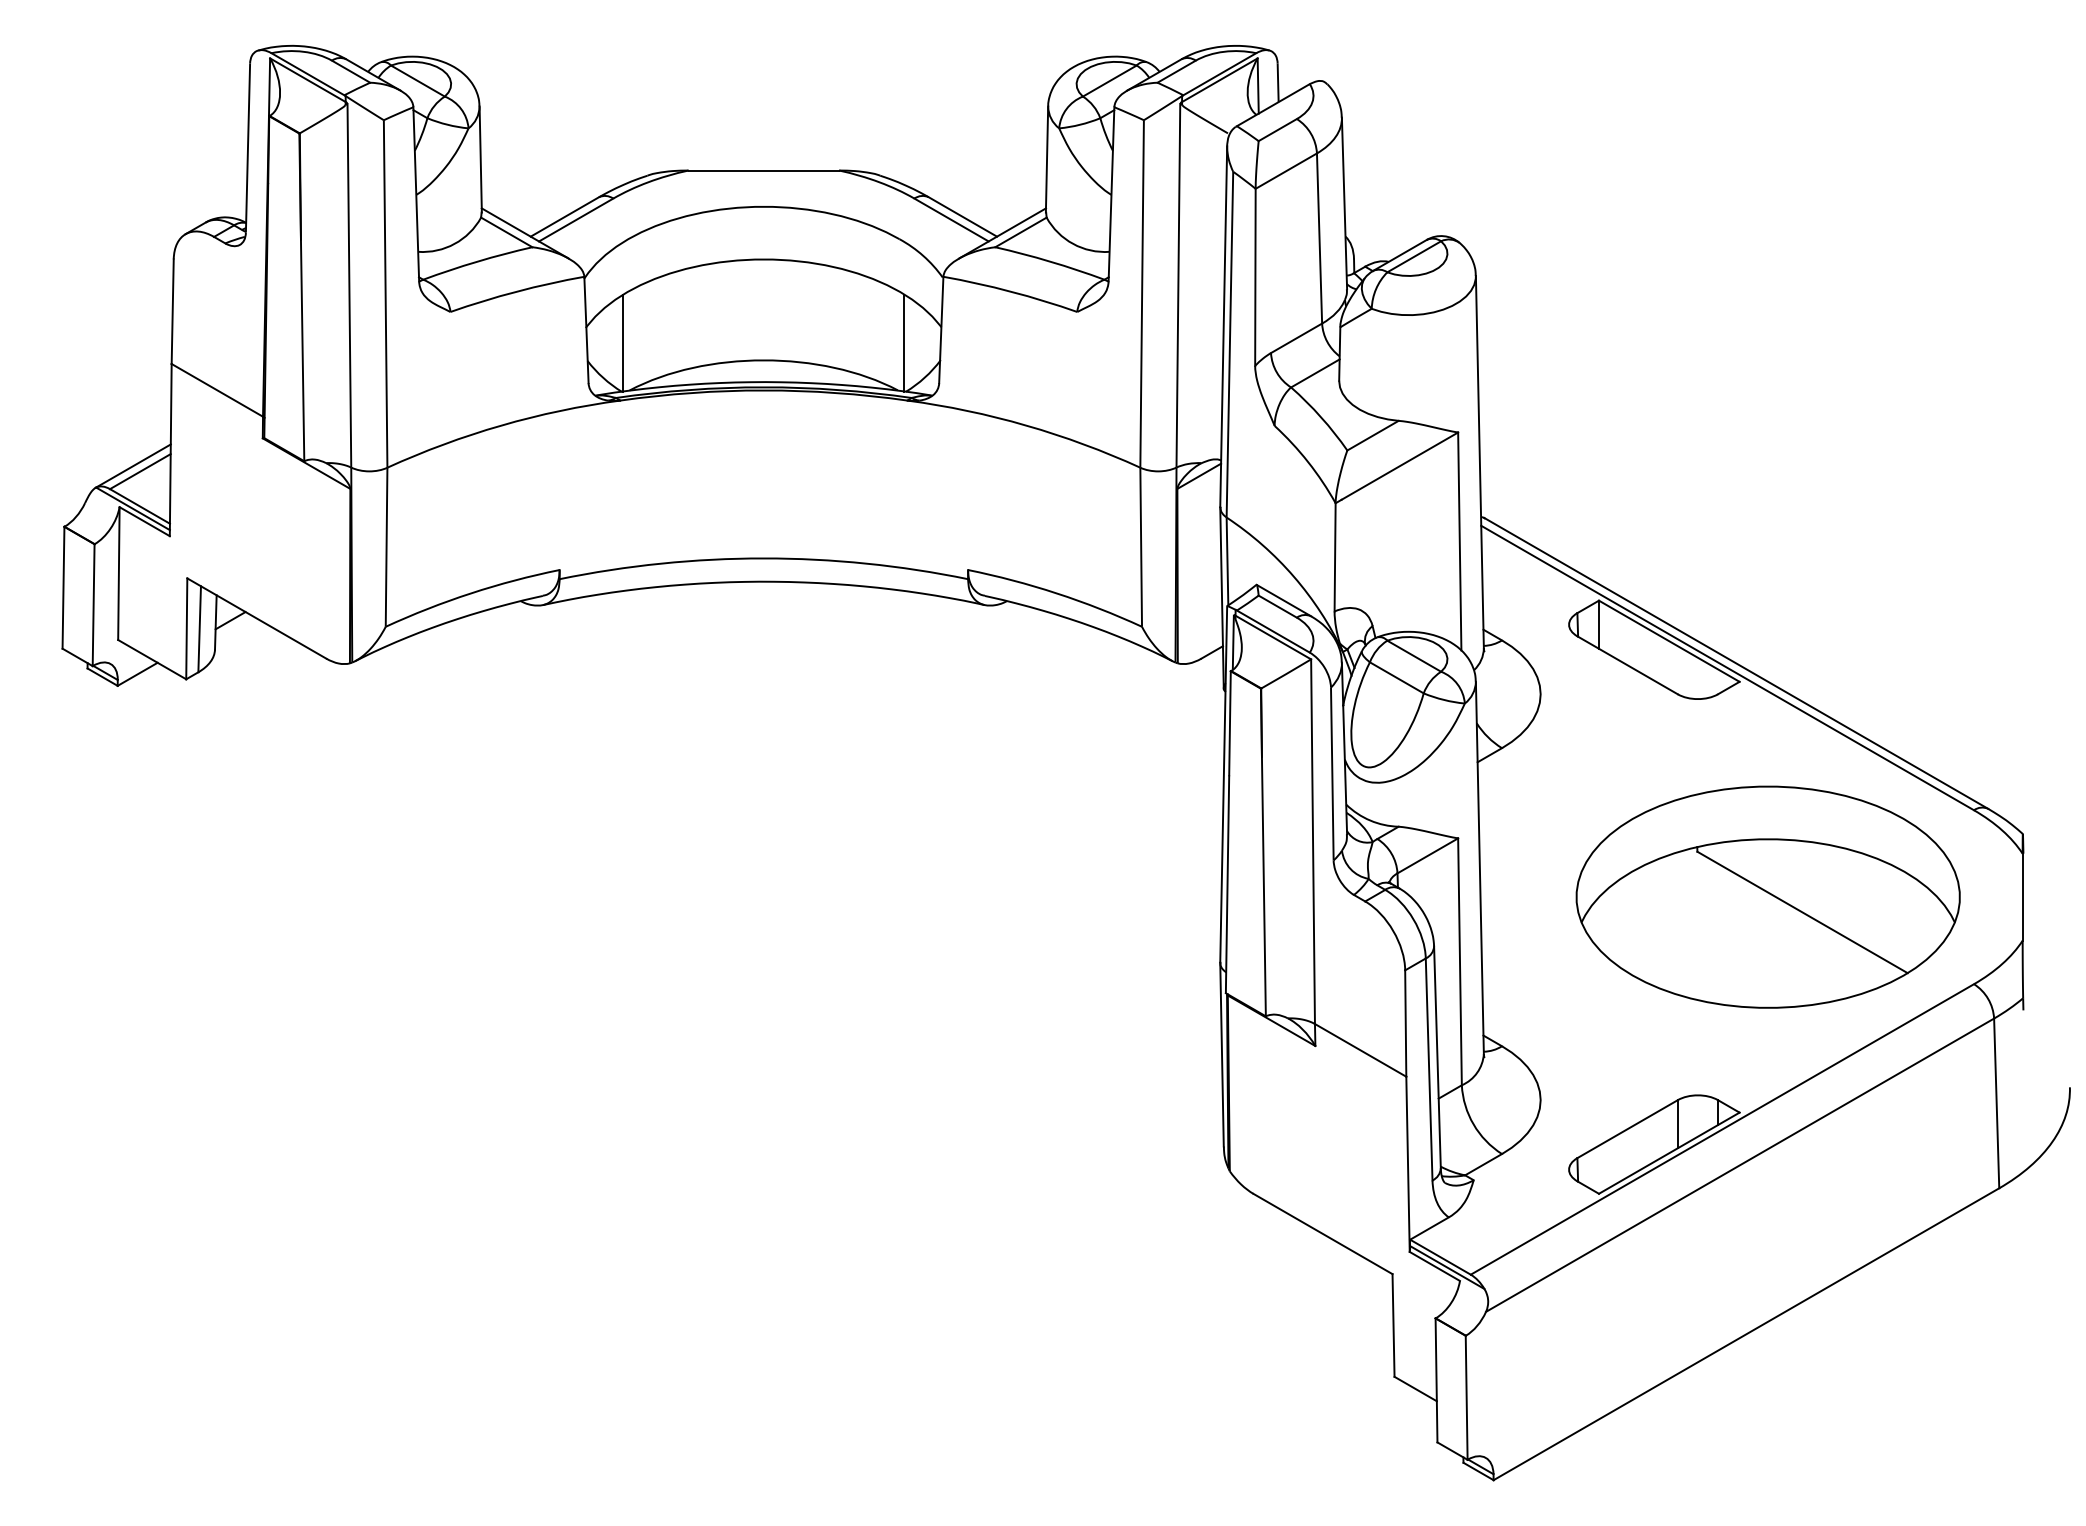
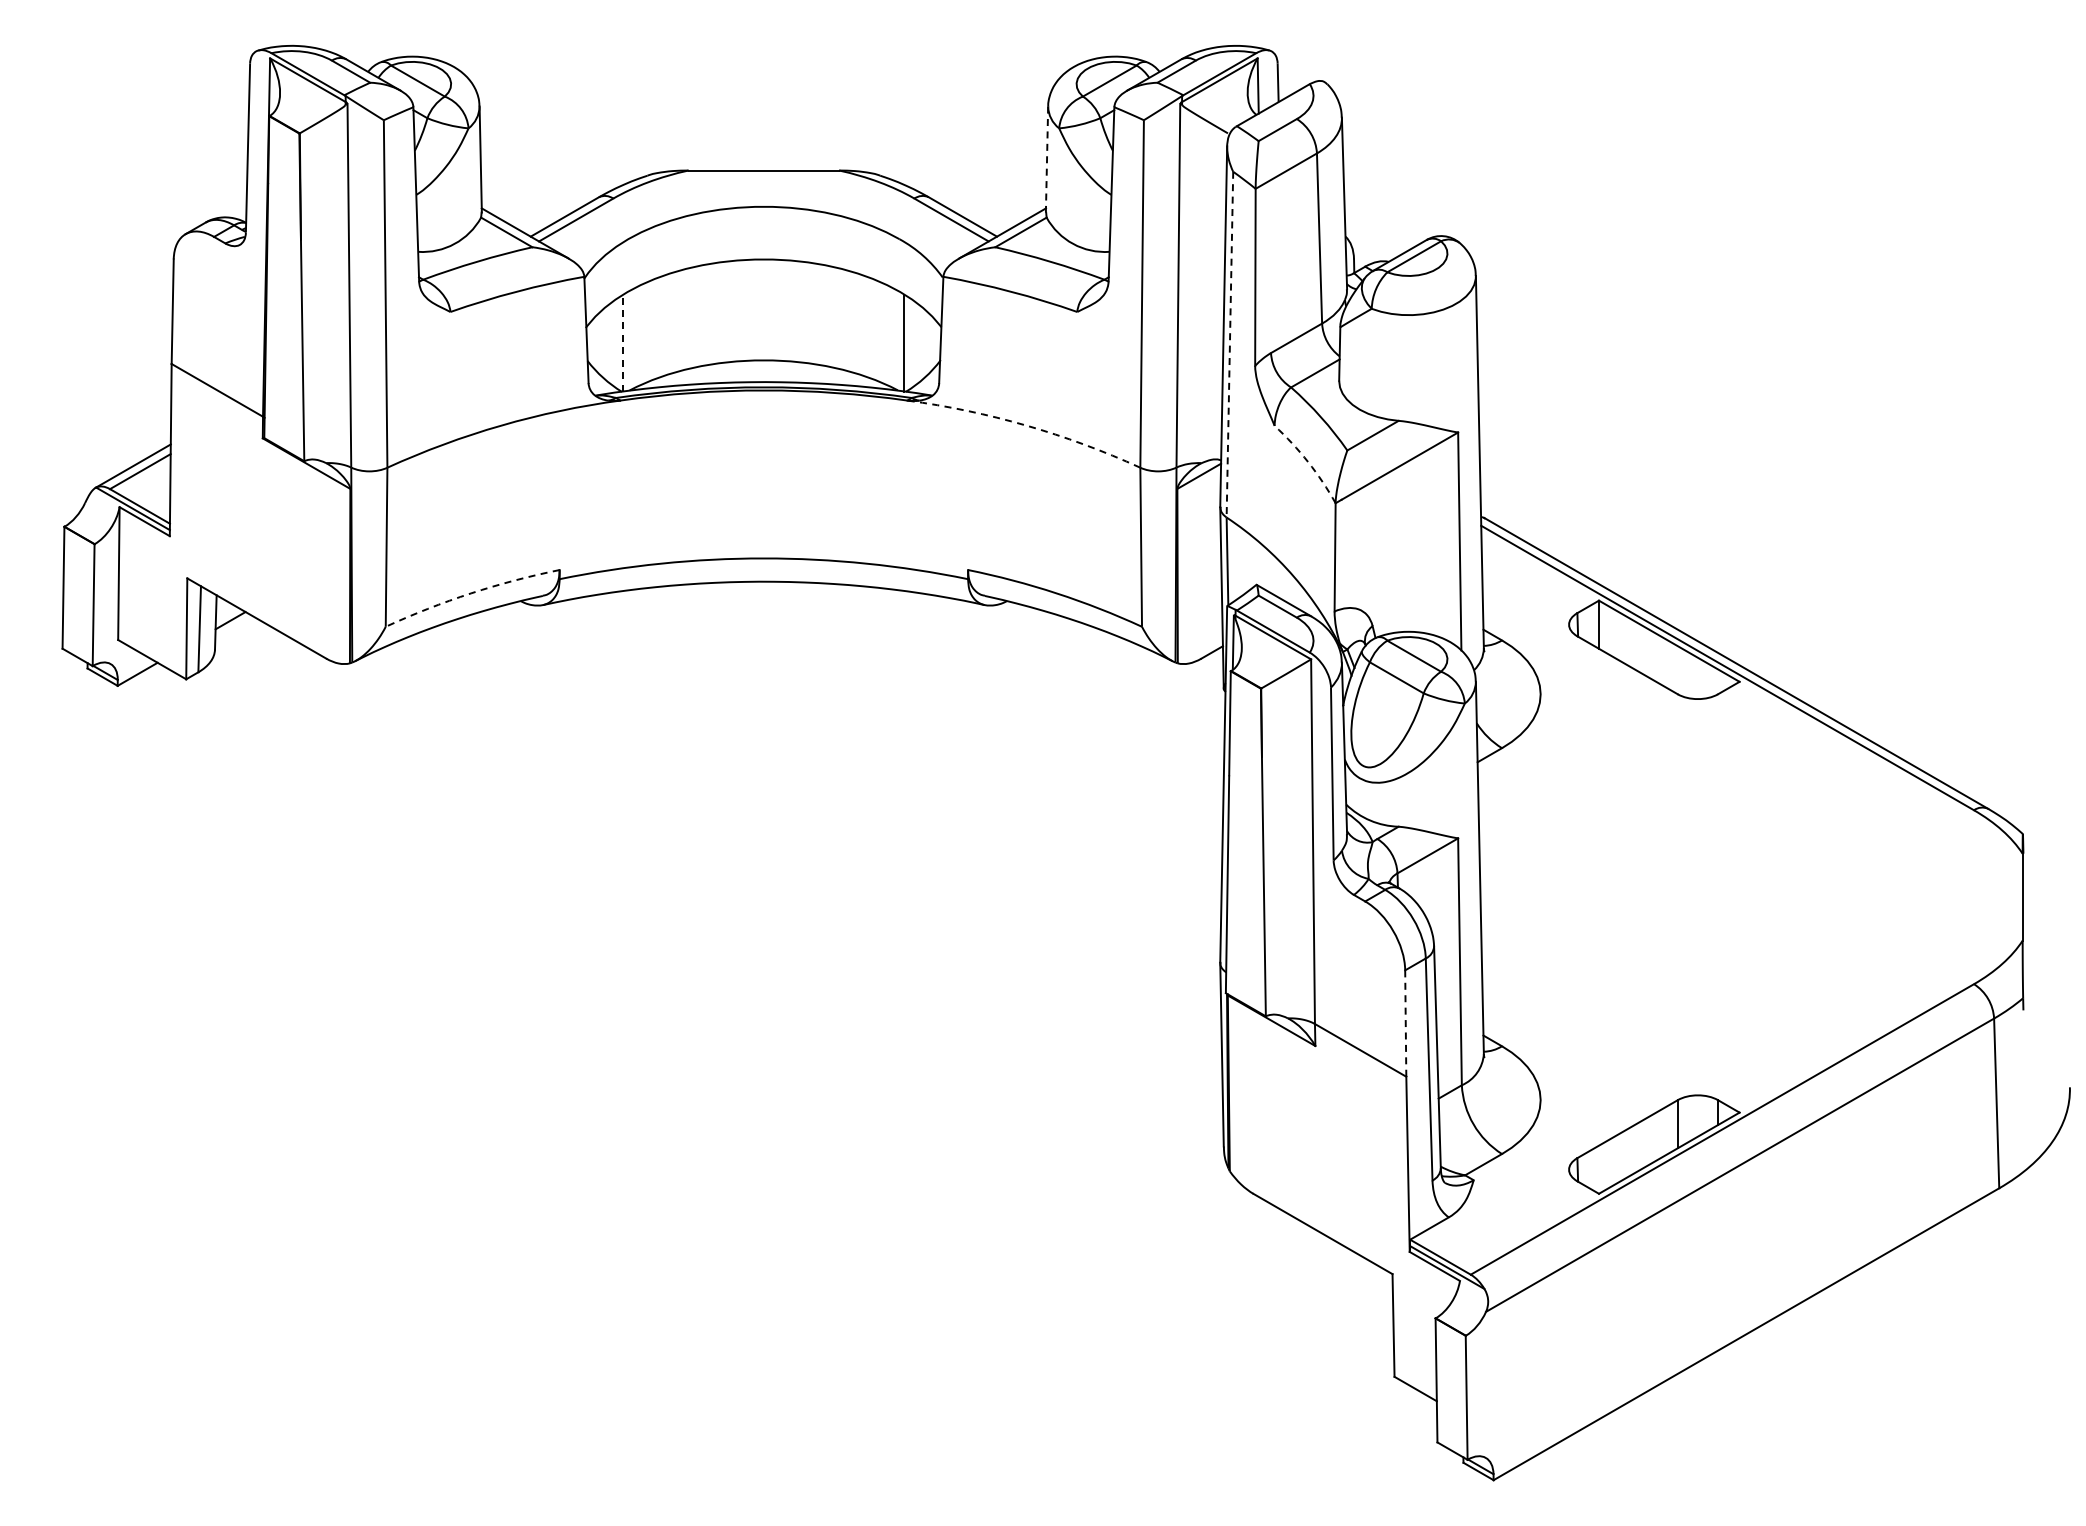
line at (1047, 160): solid -> dashed
line at (623, 343): solid -> dashed
line at (1229, 345): solid -> dashed
arc at (1026, 425): solid -> dashed
arc at (1308, 462): solid -> dashed
arc at (471, 593): solid -> dashed
part at (1767, 896): present -> none
line at (1405, 1023): solid -> dashed
